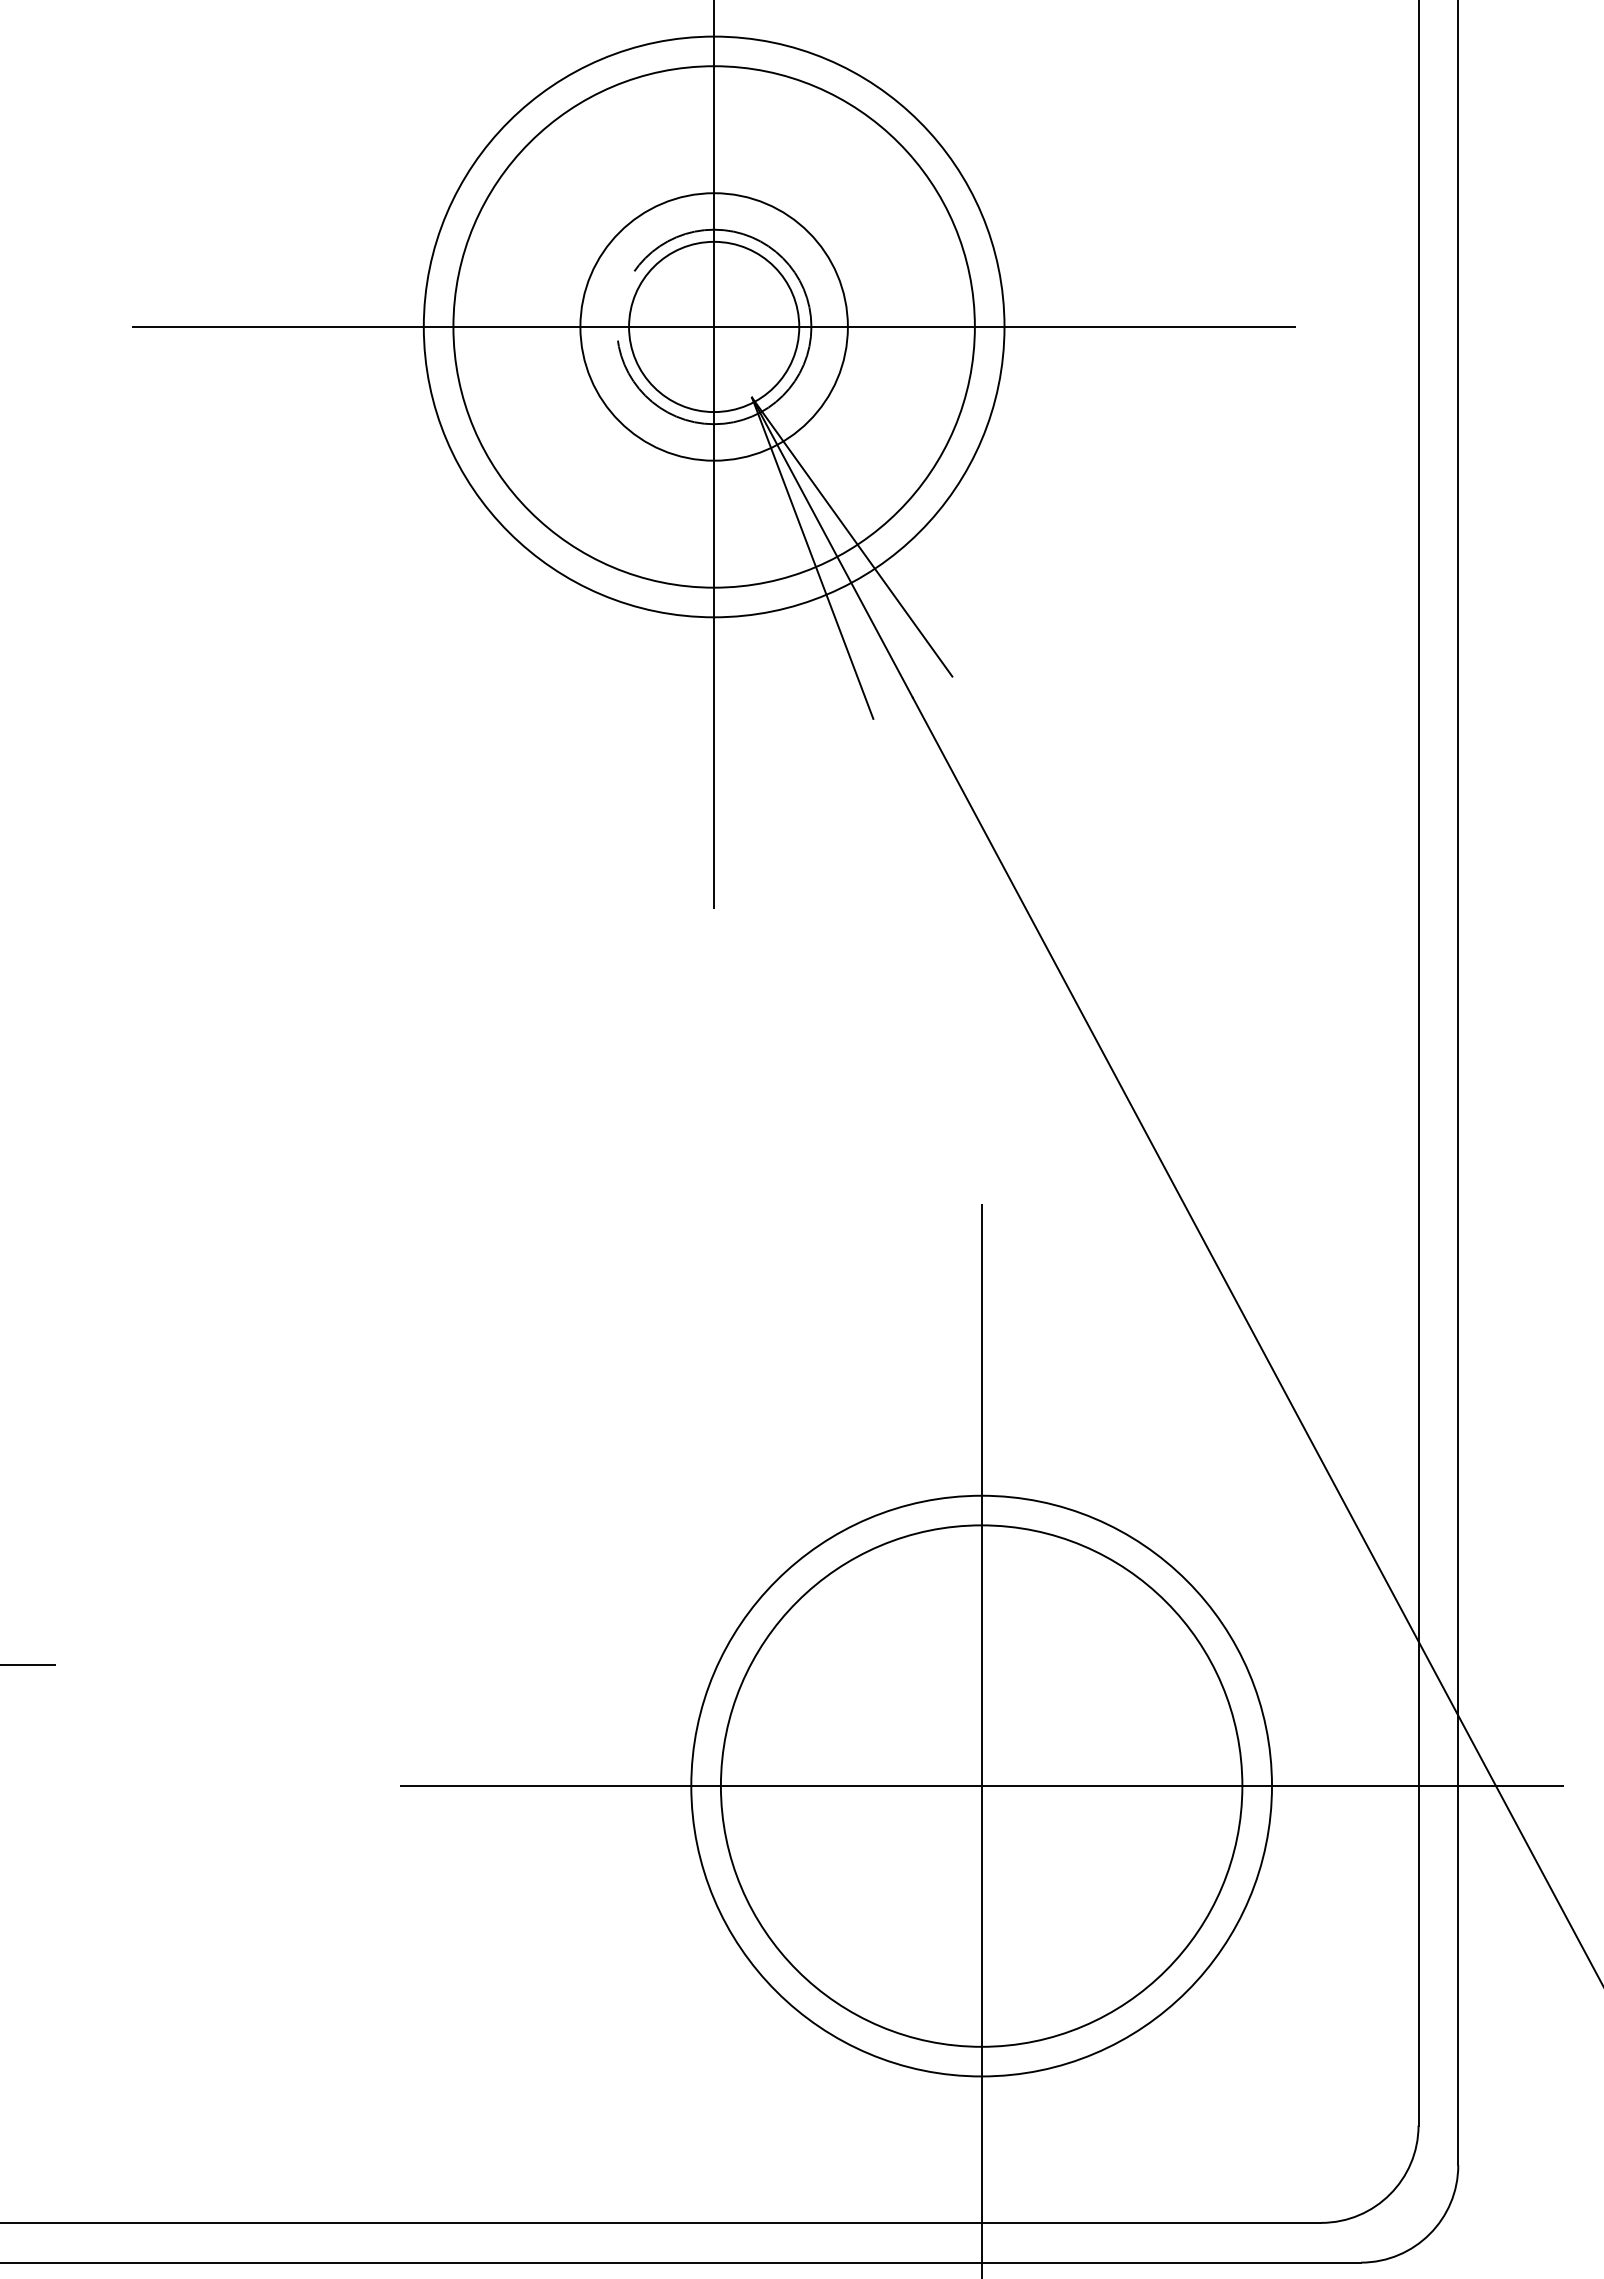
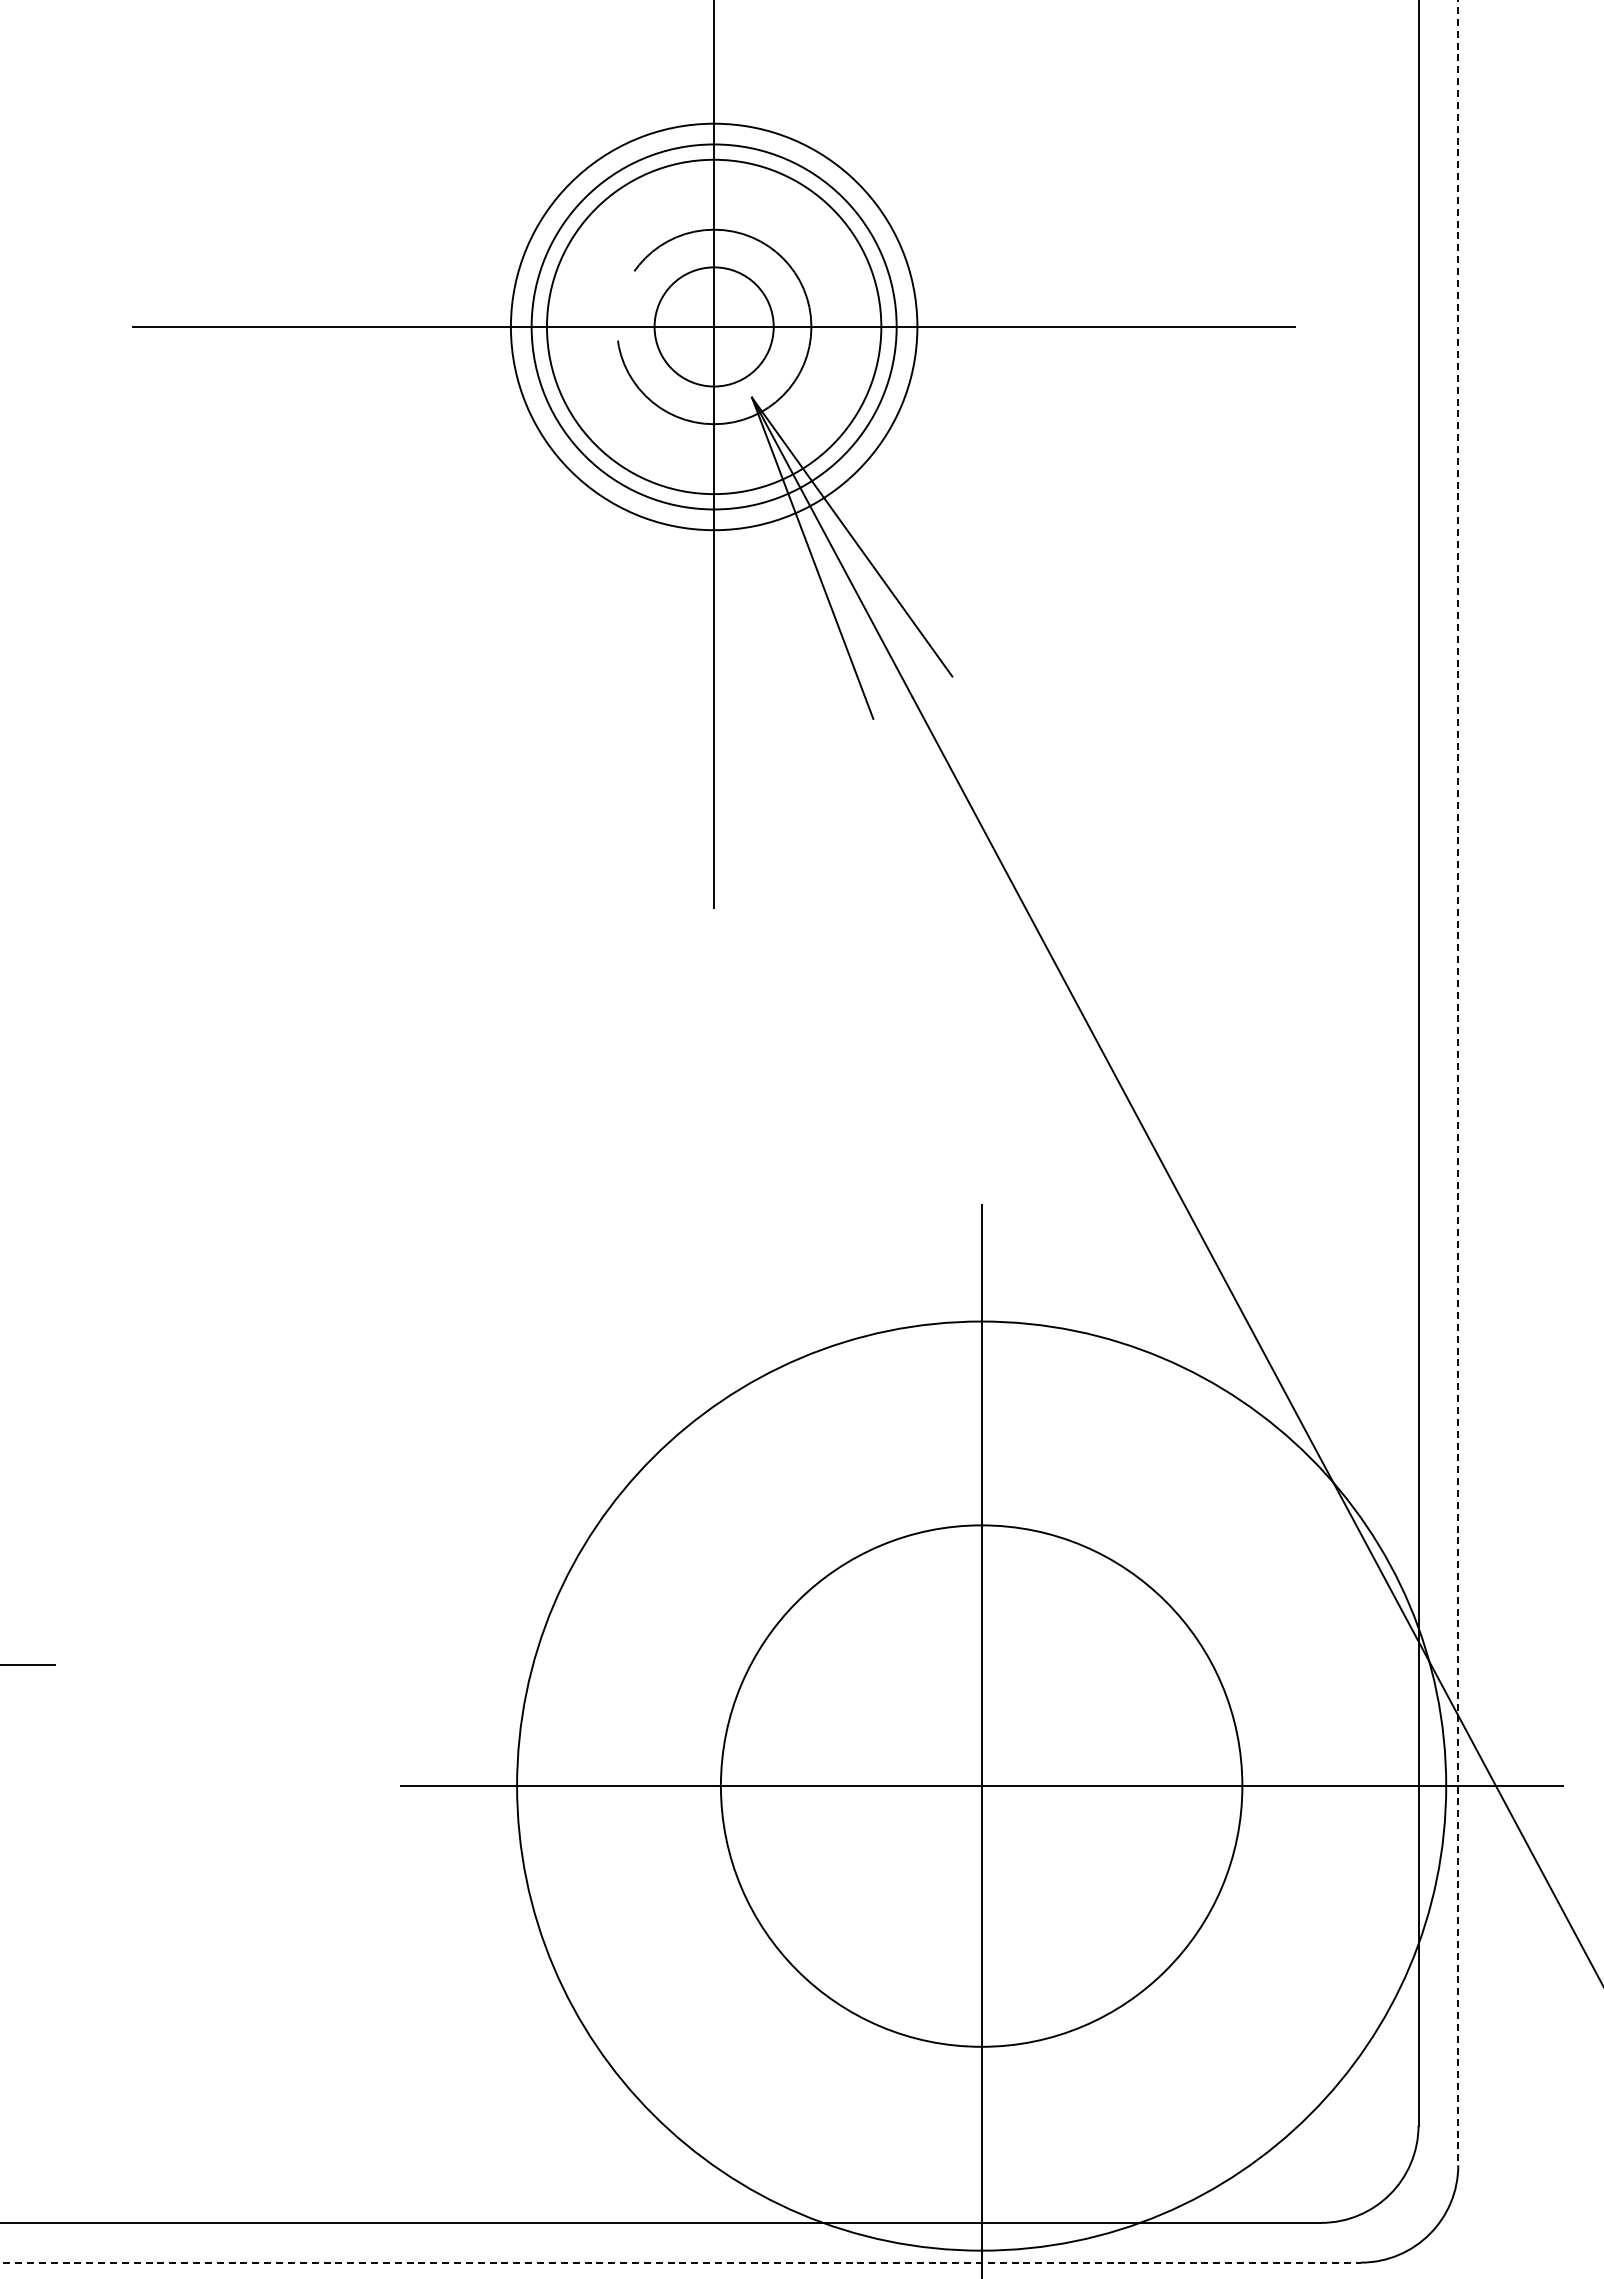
circle at (713, 326) diameter: 267 px -> 334 px
circle at (713, 326) diameter: 521 px -> 365 px
circle at (713, 326) diameter: 581 px -> 406 px
circle at (714, 326) diameter: 170 px -> 119 px
line at (1458, 1083): solid -> dashed
circle at (981, 1785) diameter: 581 px -> 929 px
line at (681, 2262): solid -> dashed
